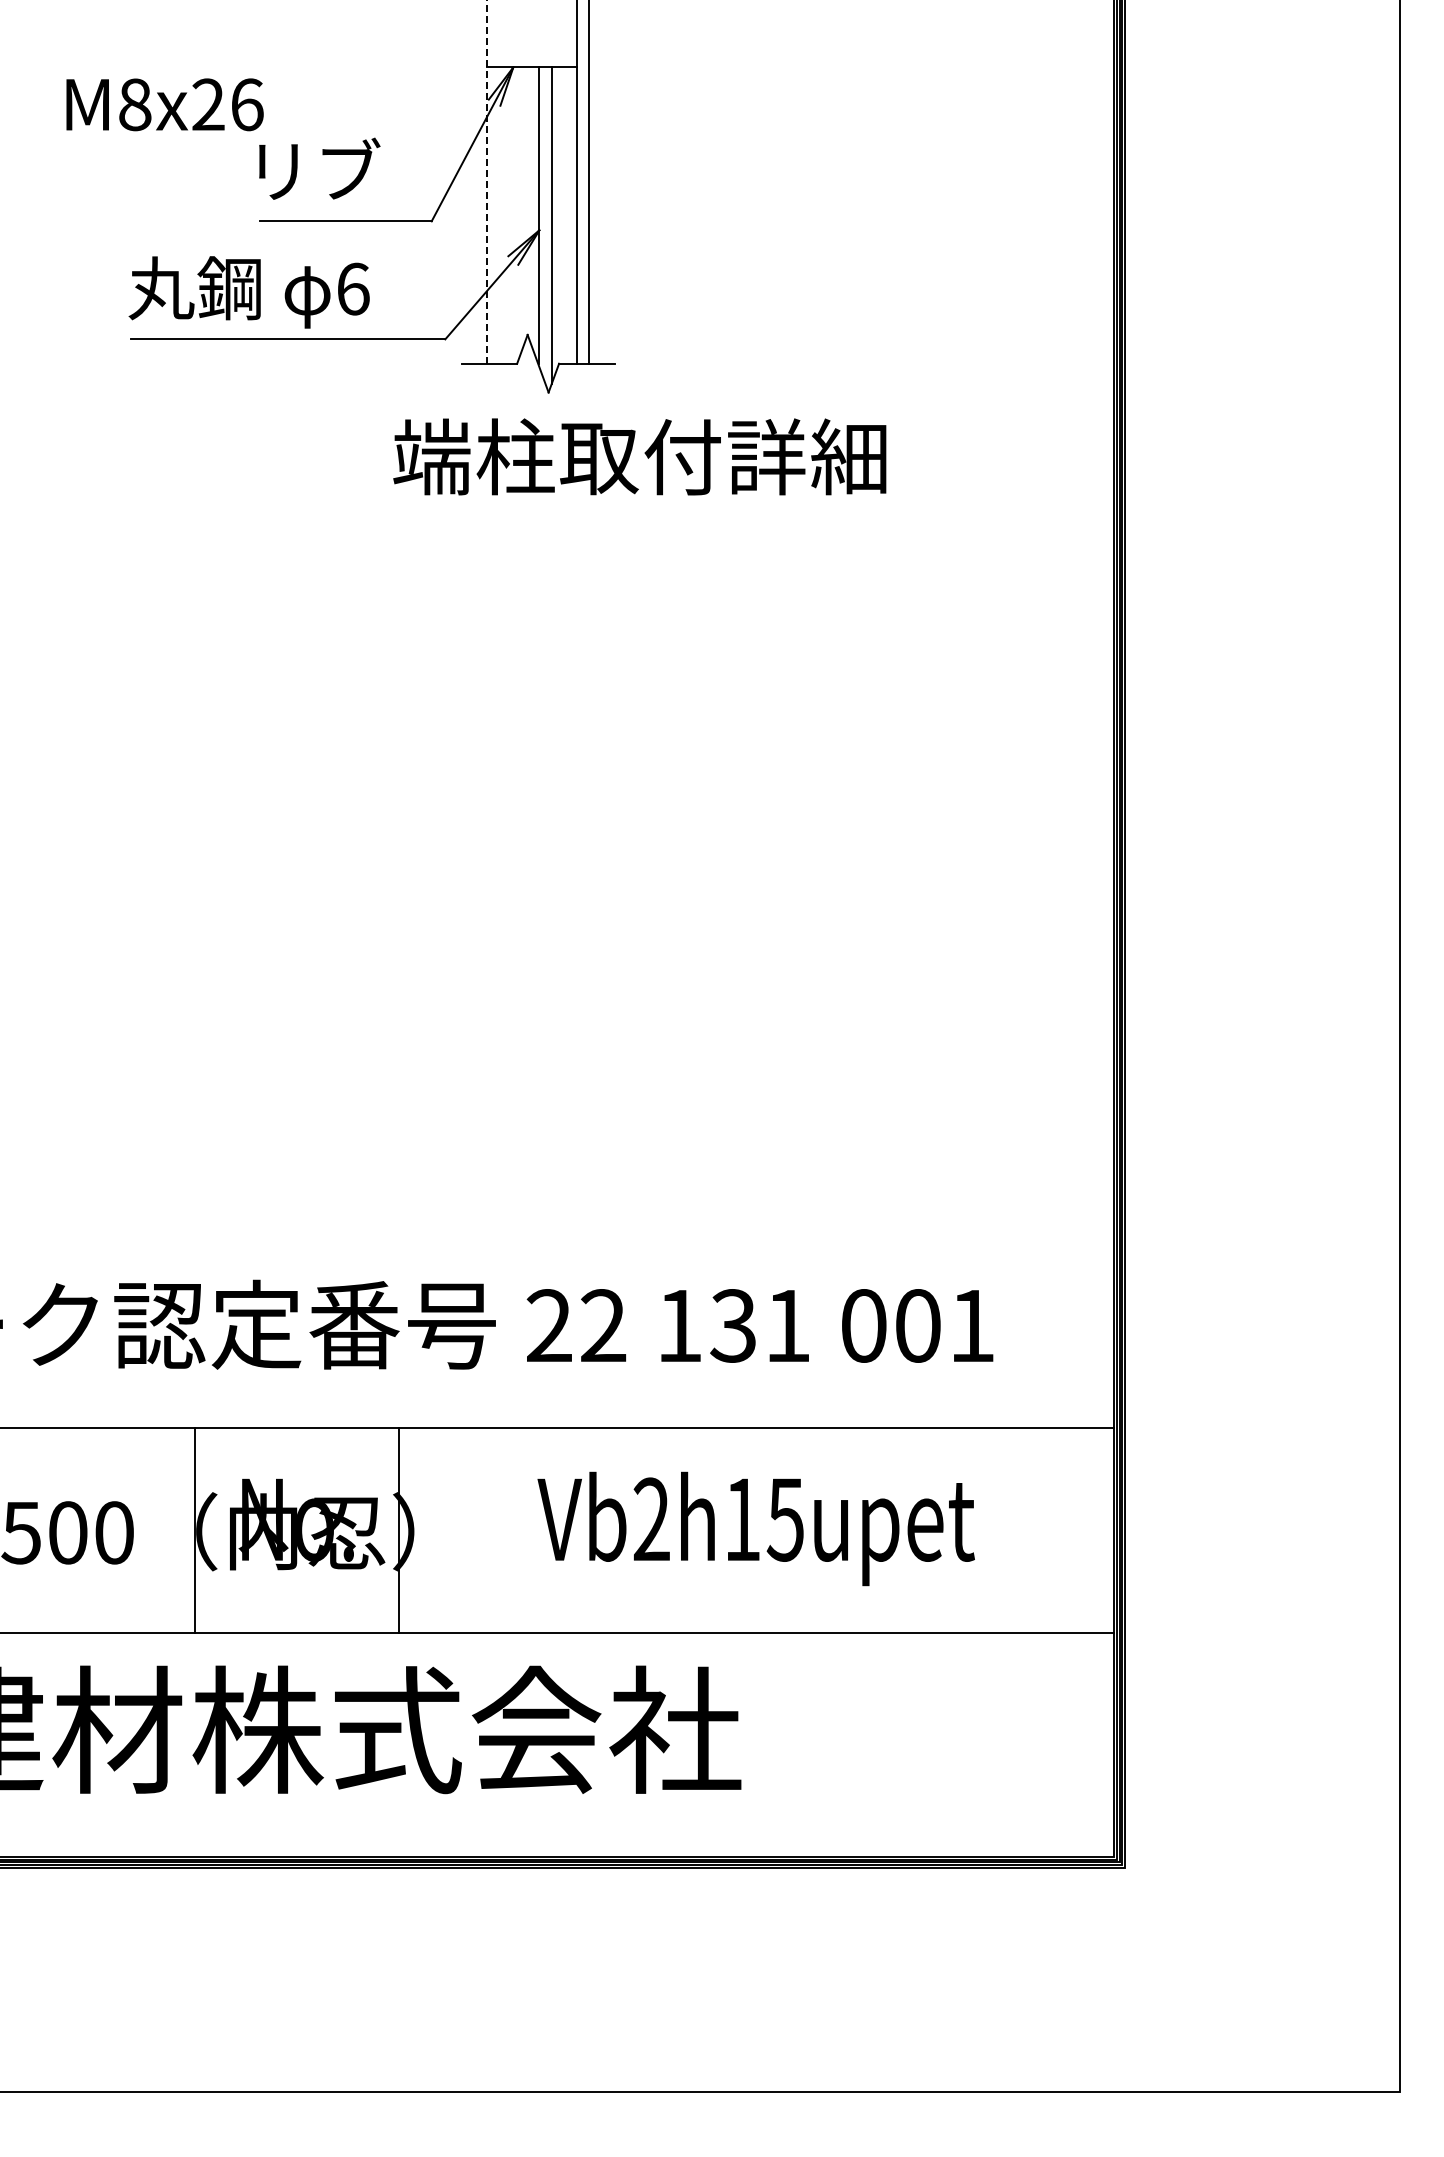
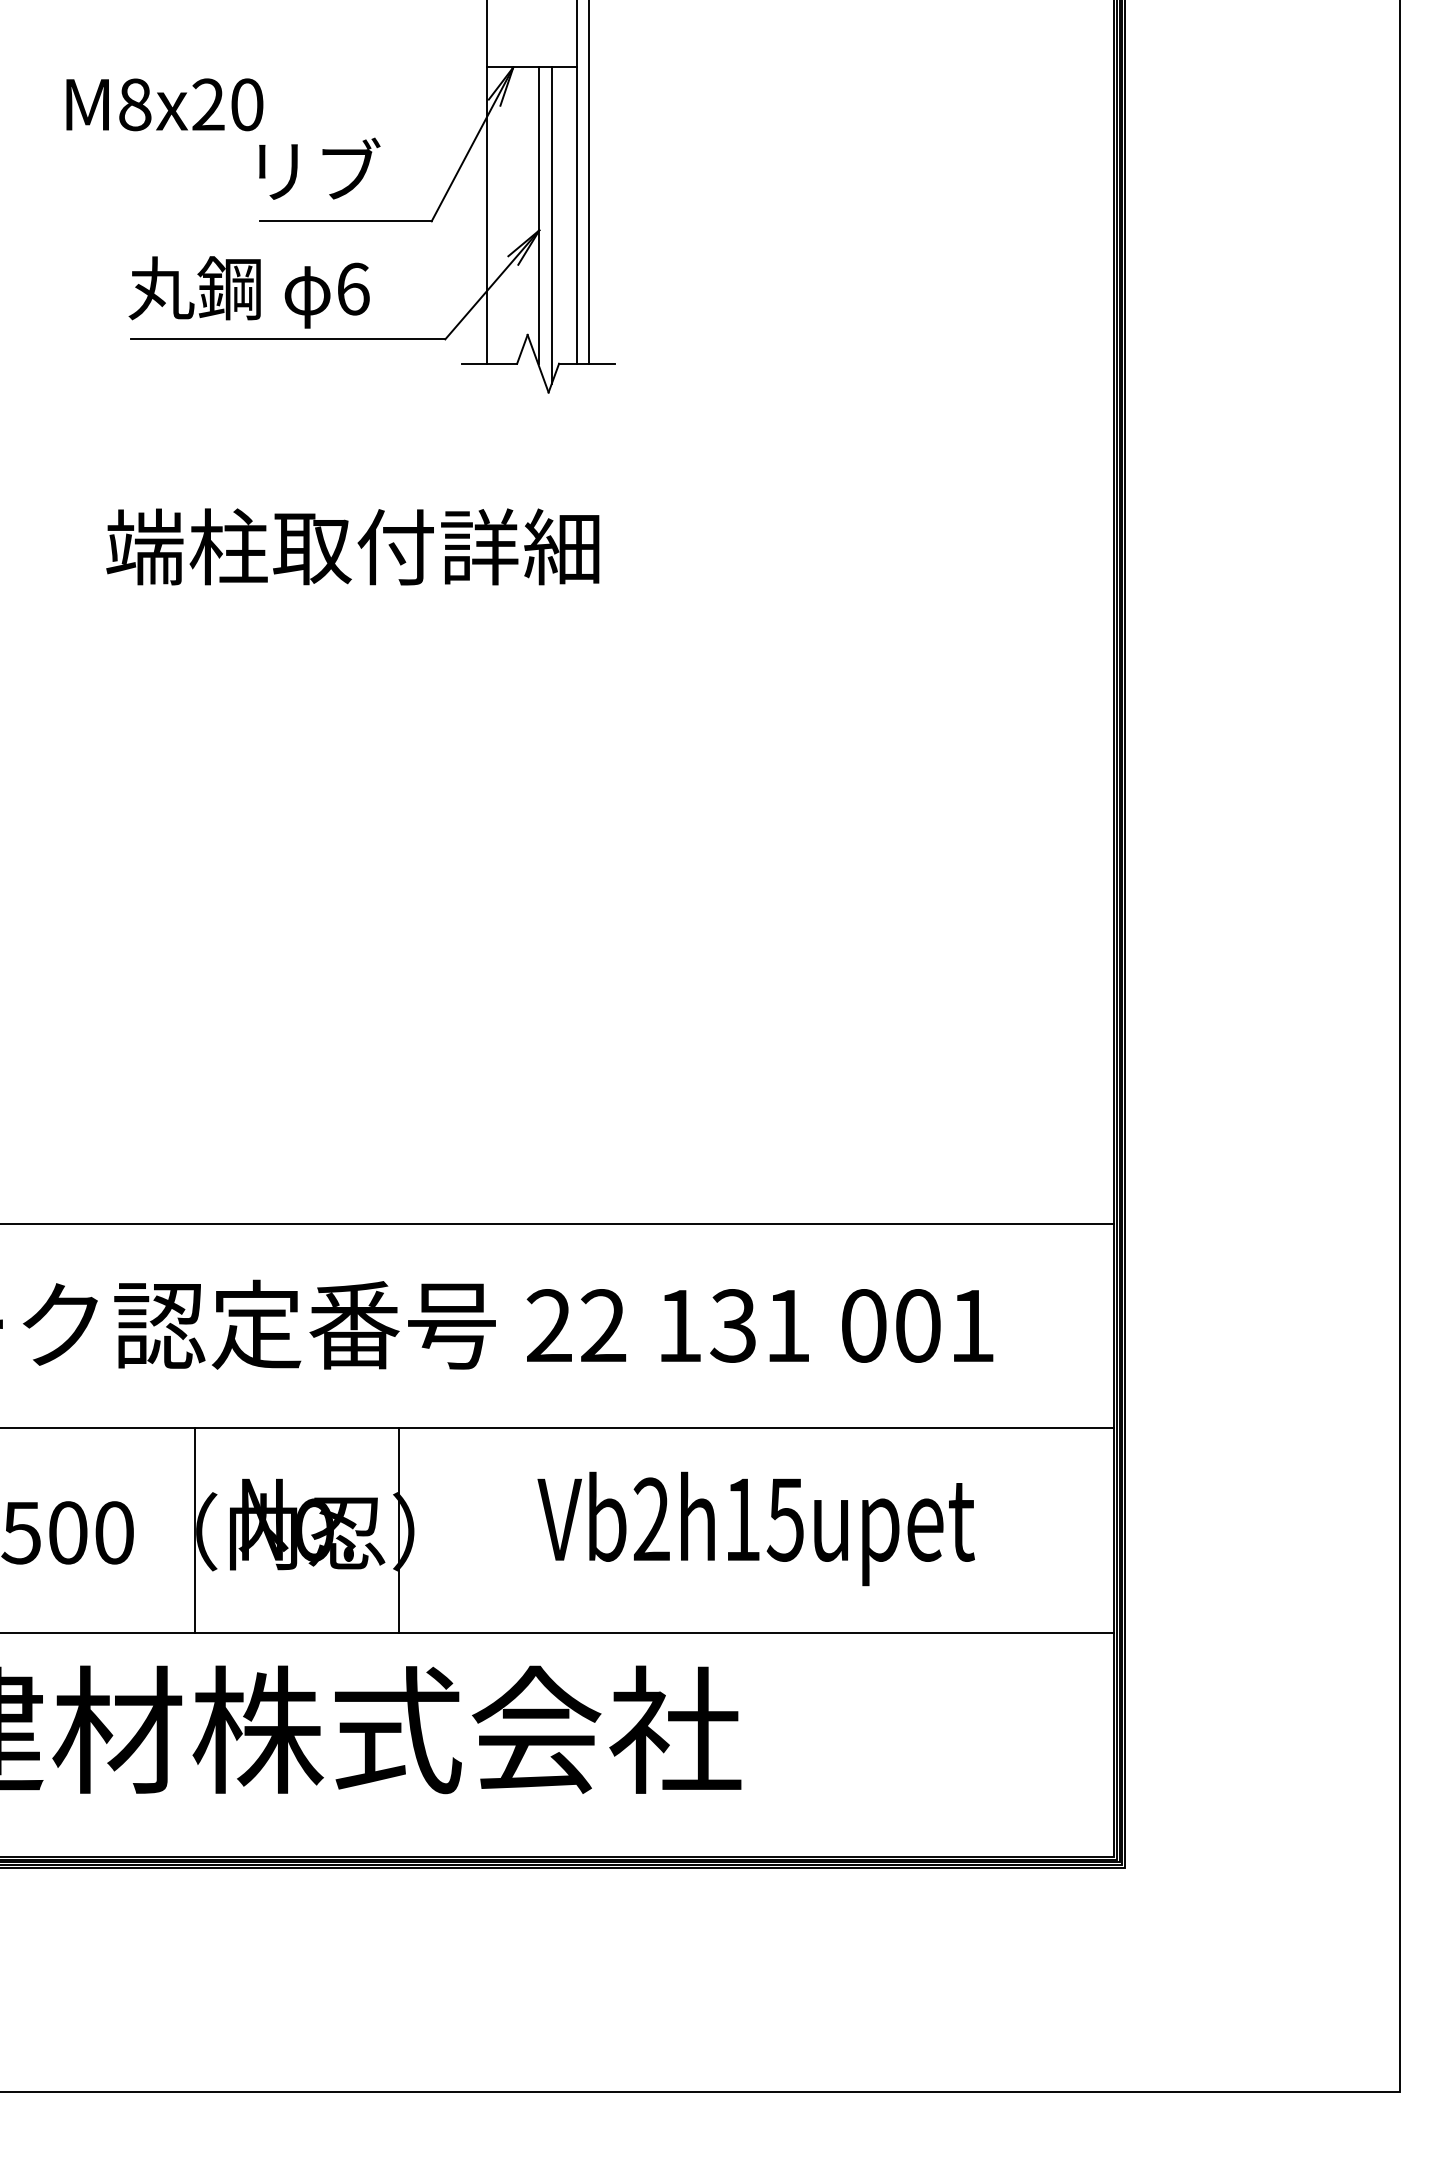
text at (247, 104): M8x26 -> M8x20
line at (487, 181): dashed -> solid
text at (639, 456) position: (639, 456) -> (352, 546)
line at (558, 1223): none -> present
